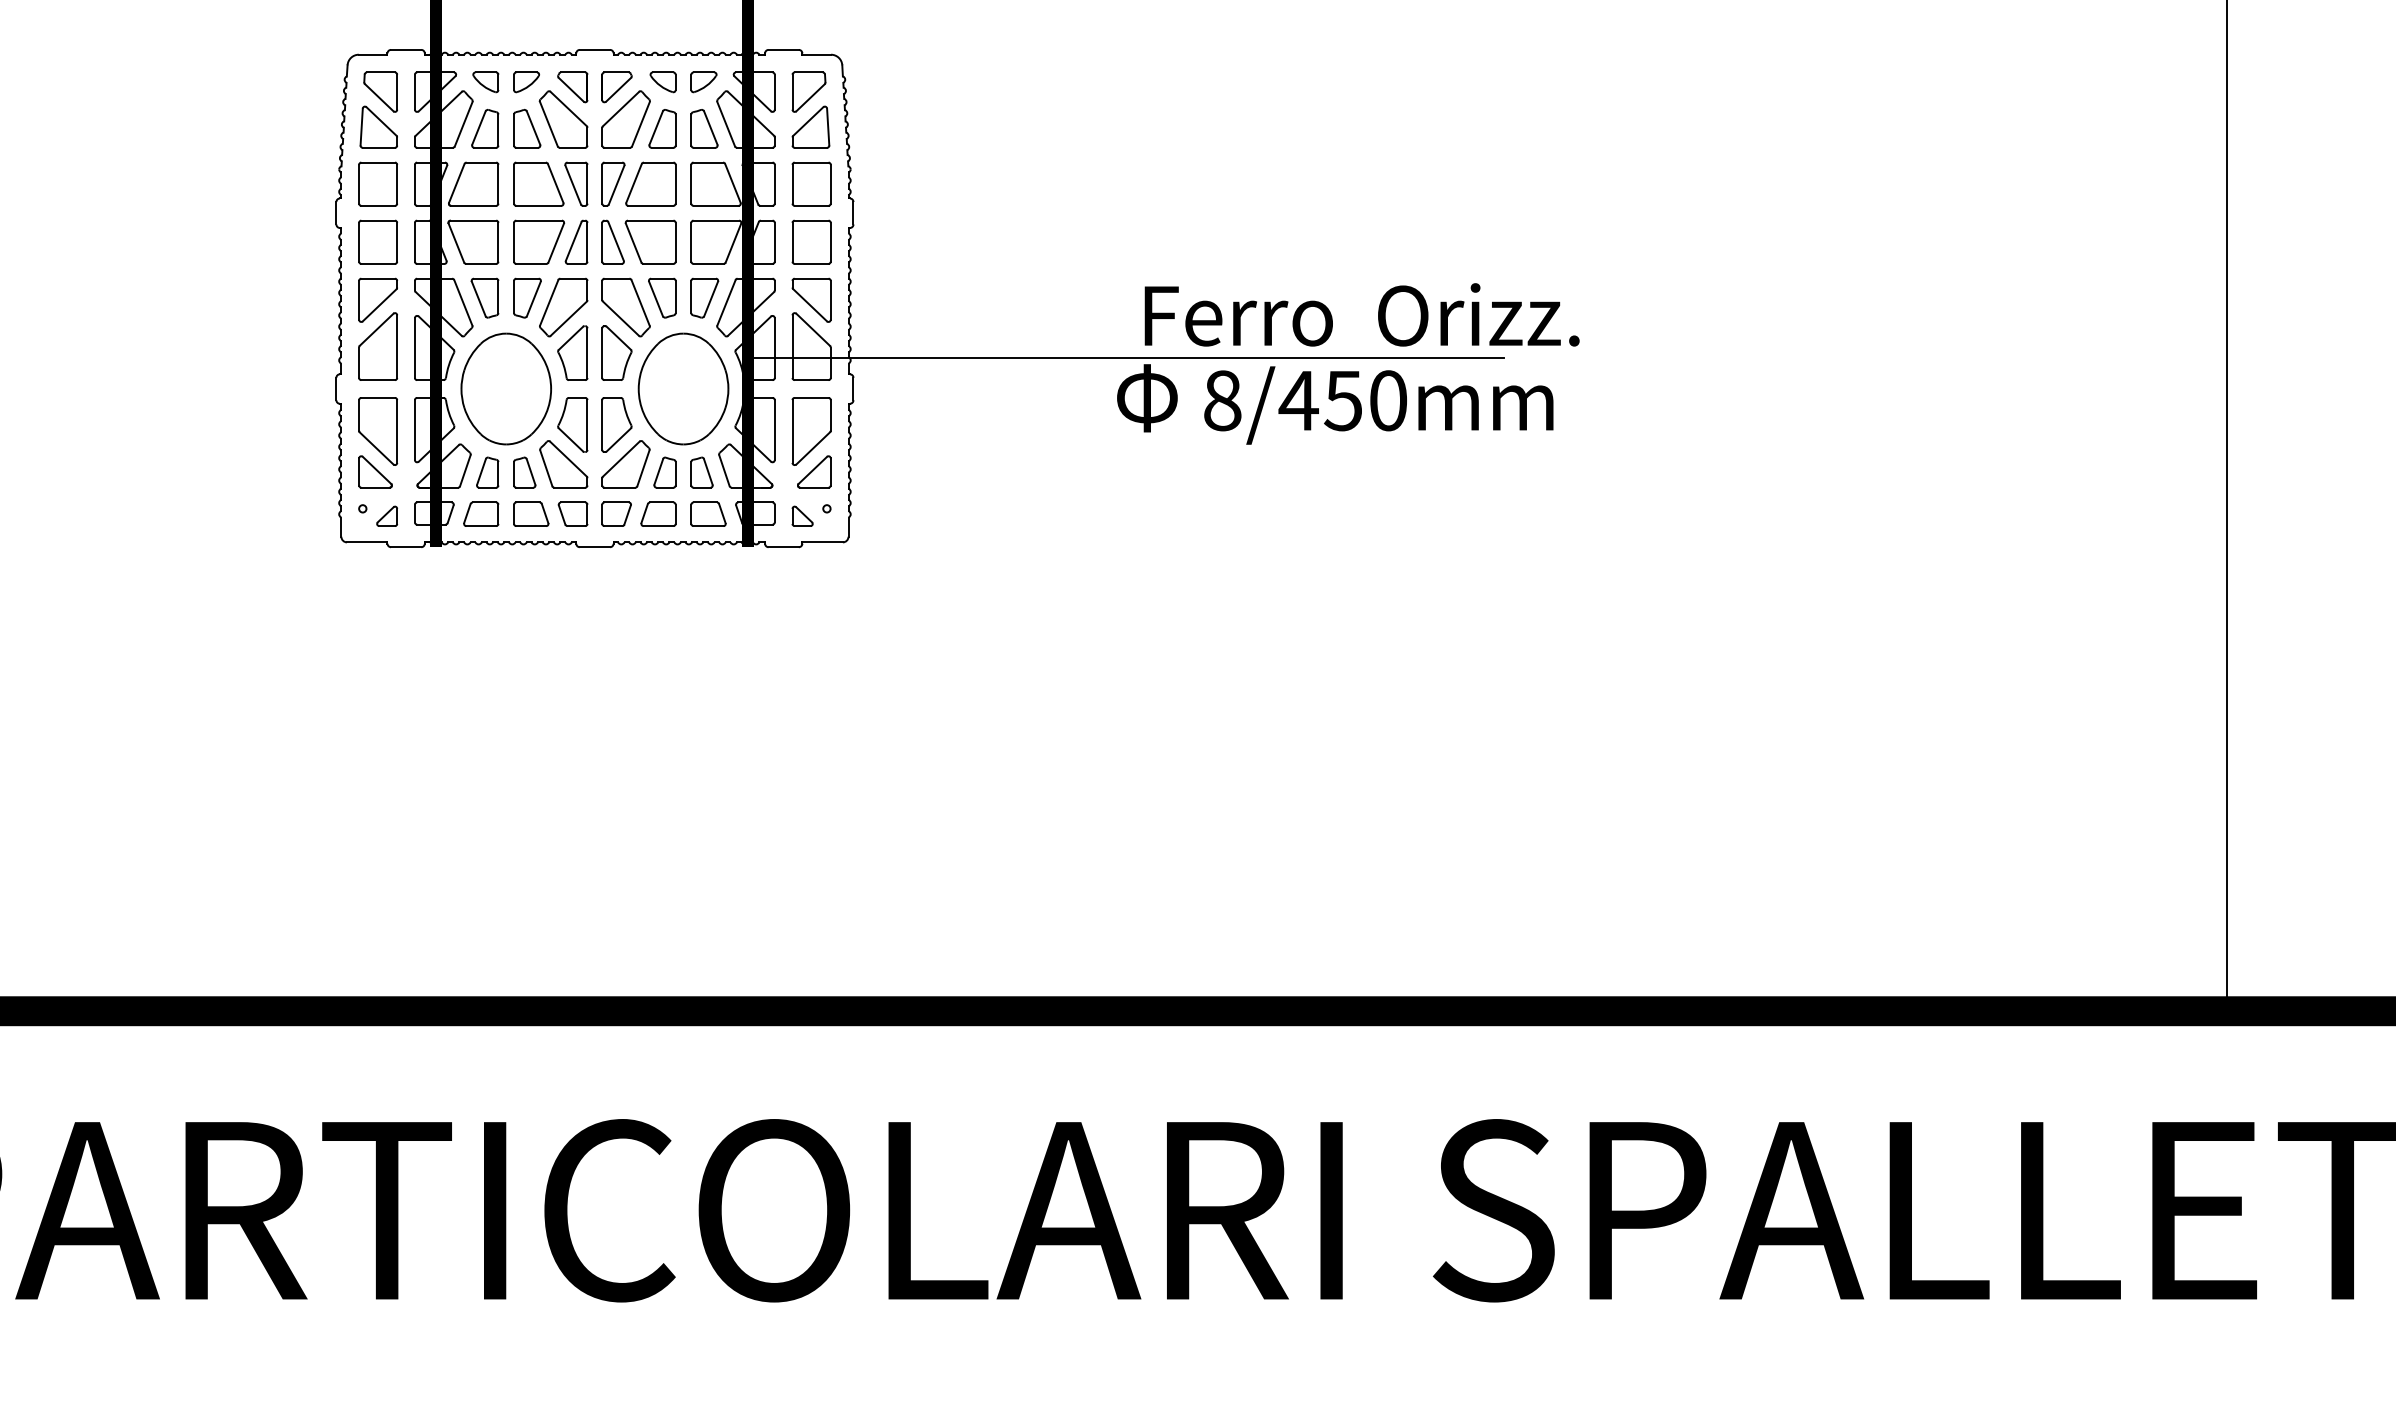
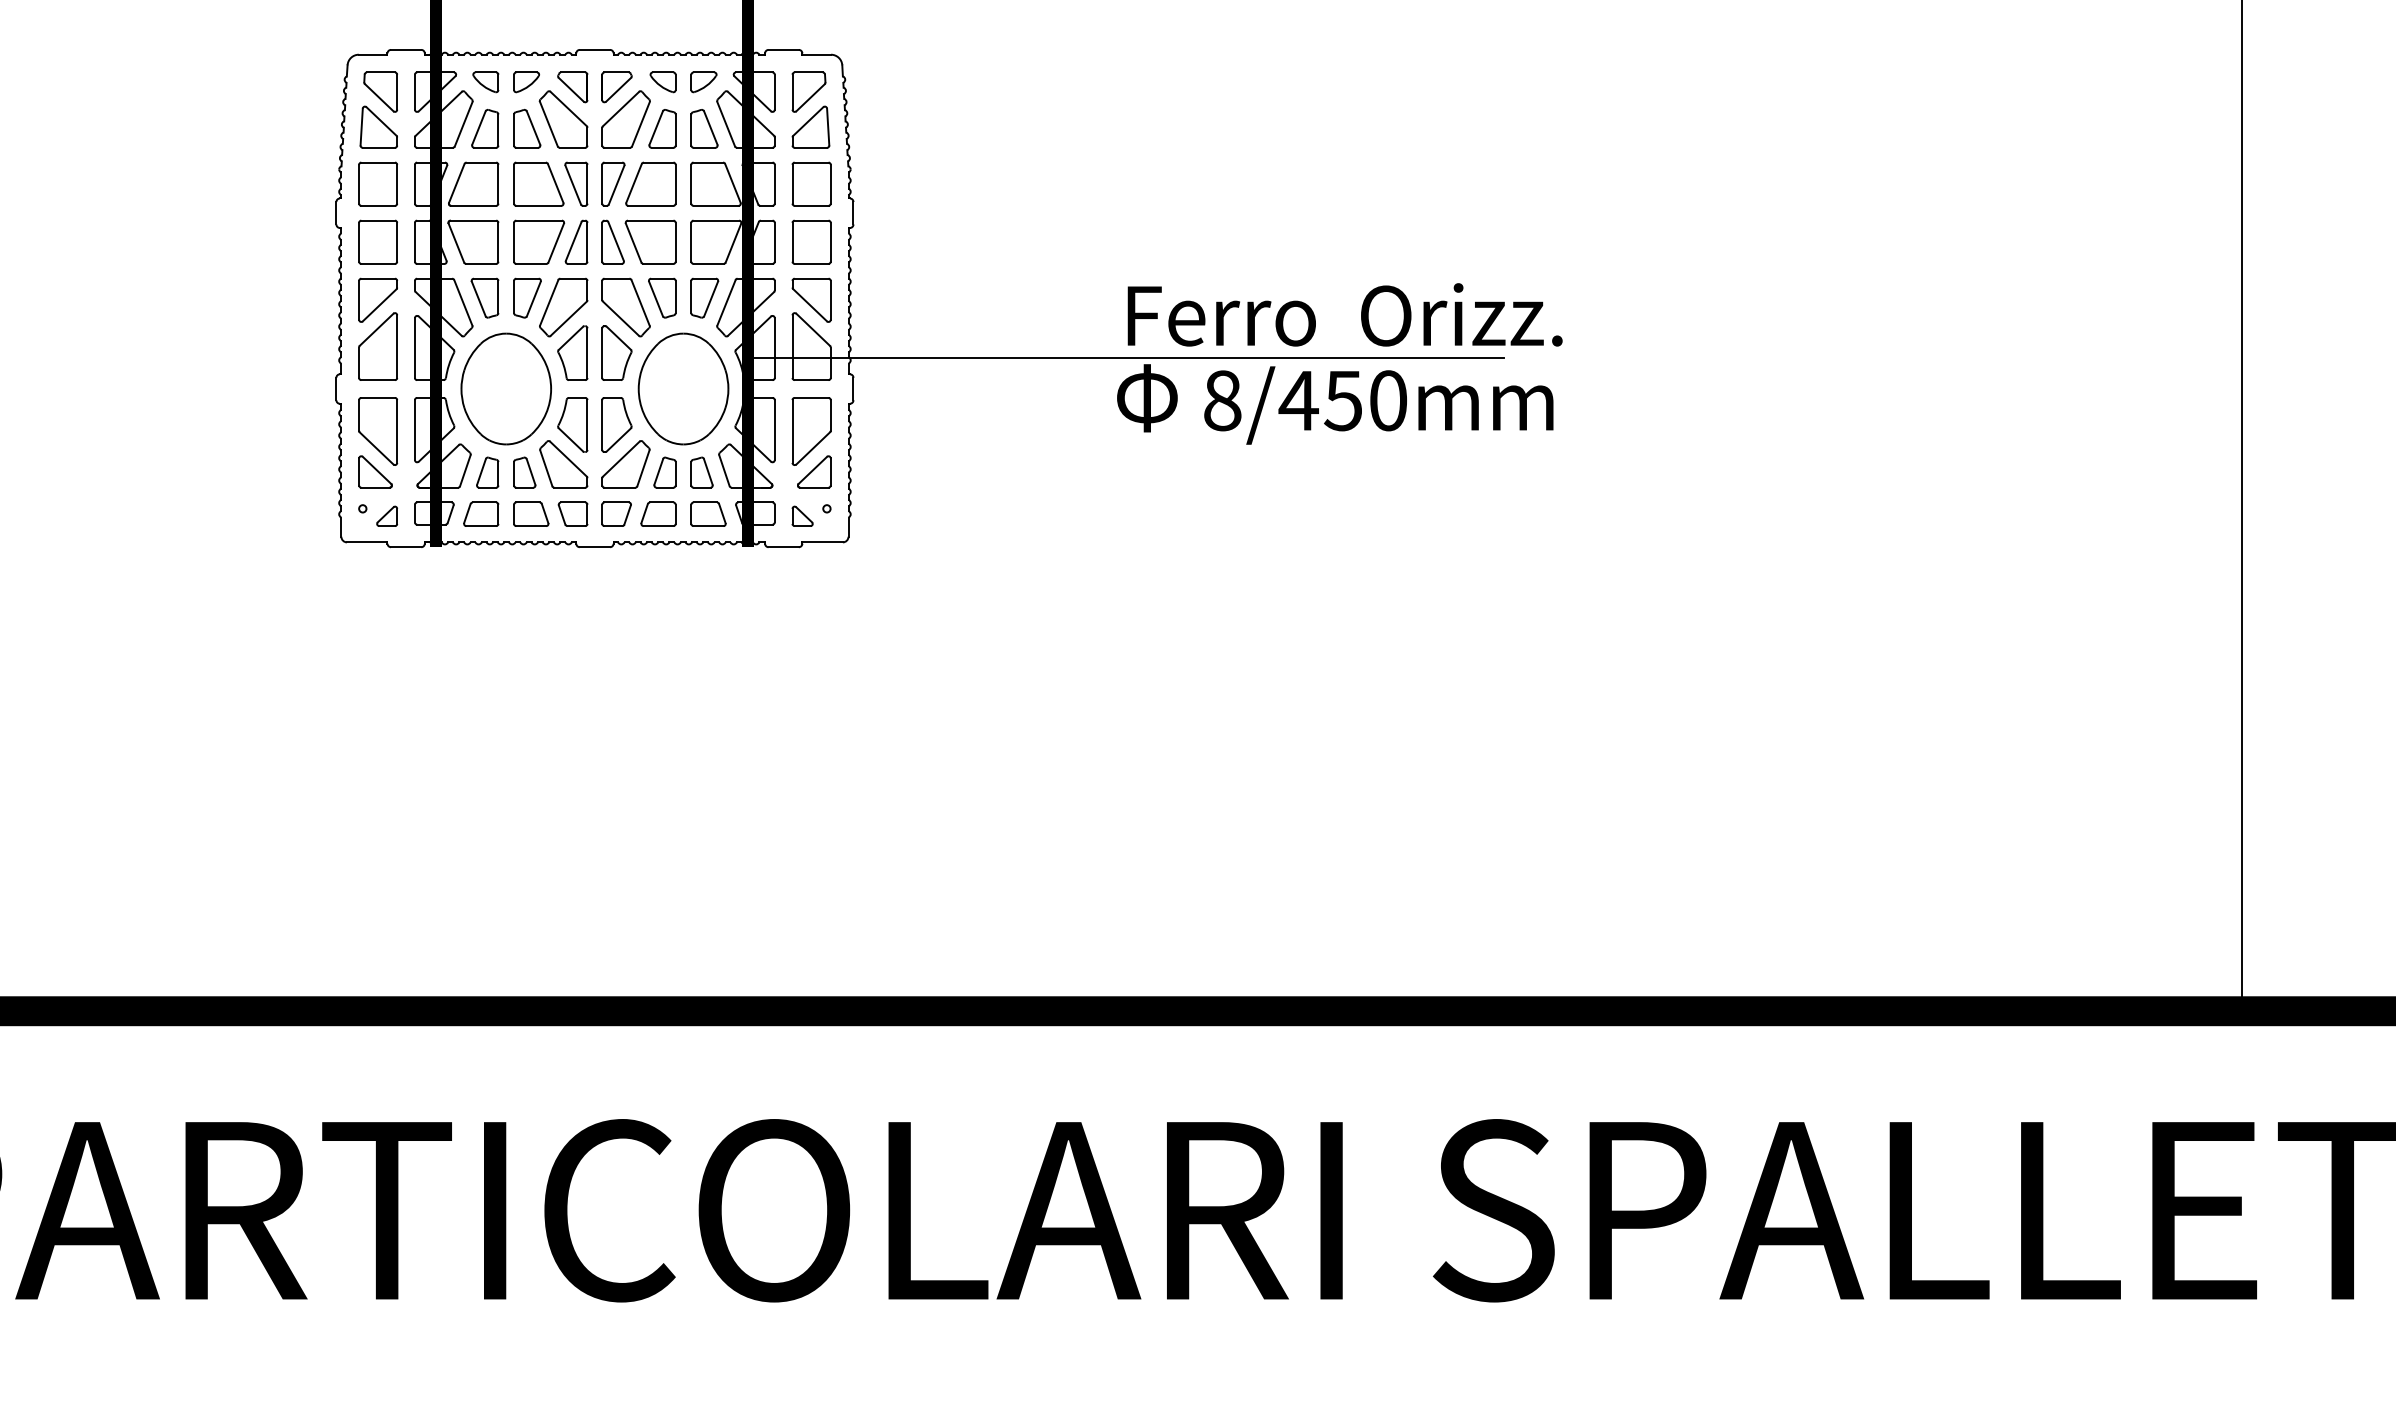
text at (1361, 314) position: (1361, 314) -> (1344, 314)
line at (2227, 506) position: (2227, 506) -> (2242, 506)
